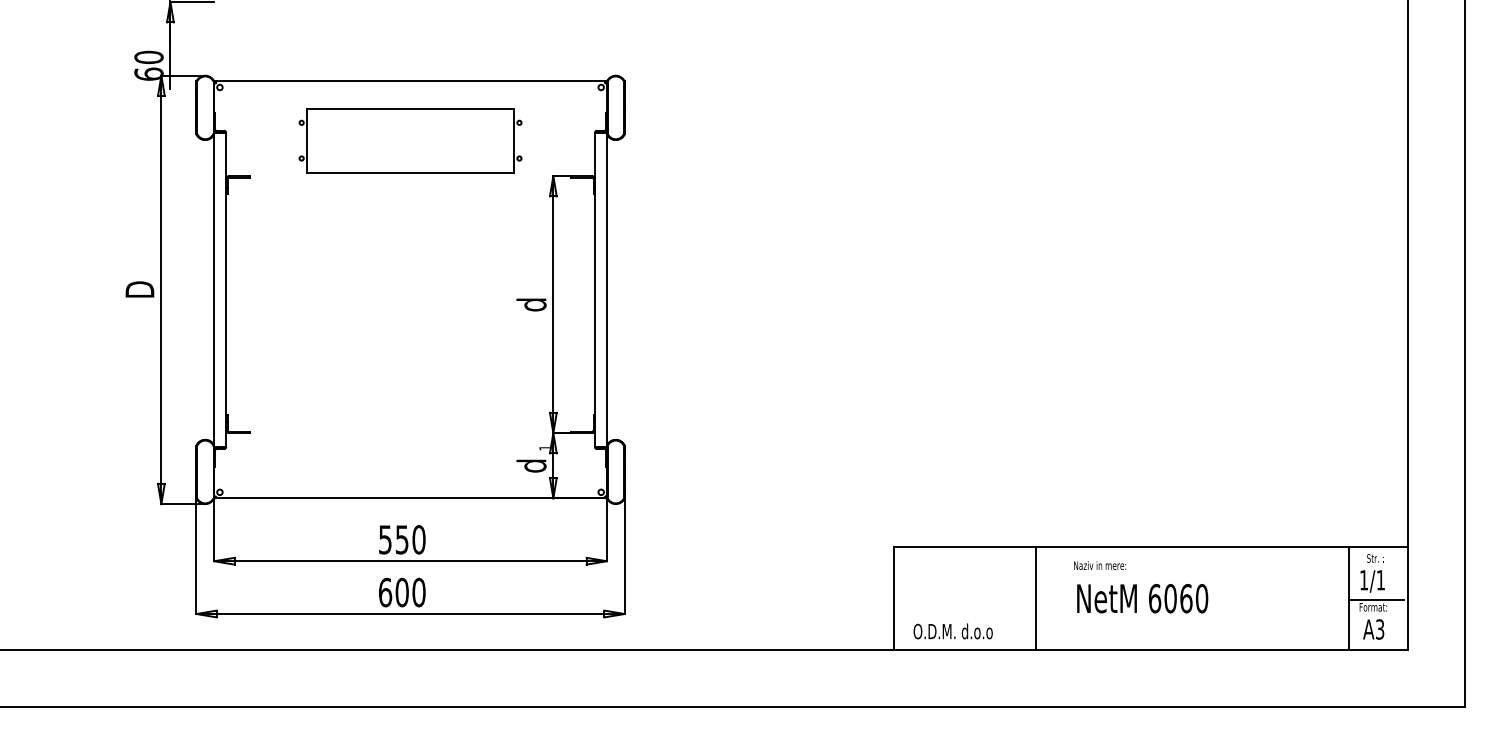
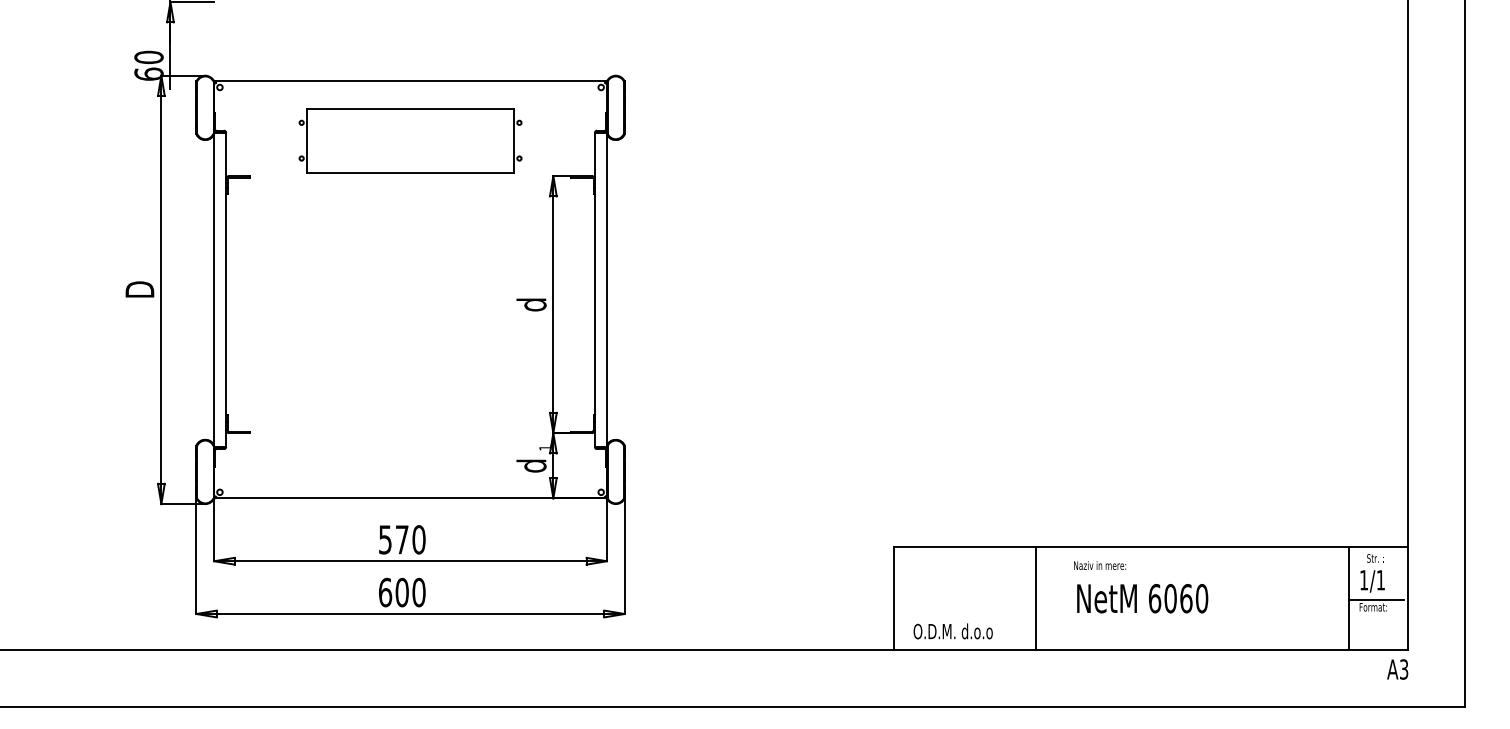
text at (402, 539): 550 -> 570
text at (1373, 629) position: (1373, 629) -> (1397, 669)
